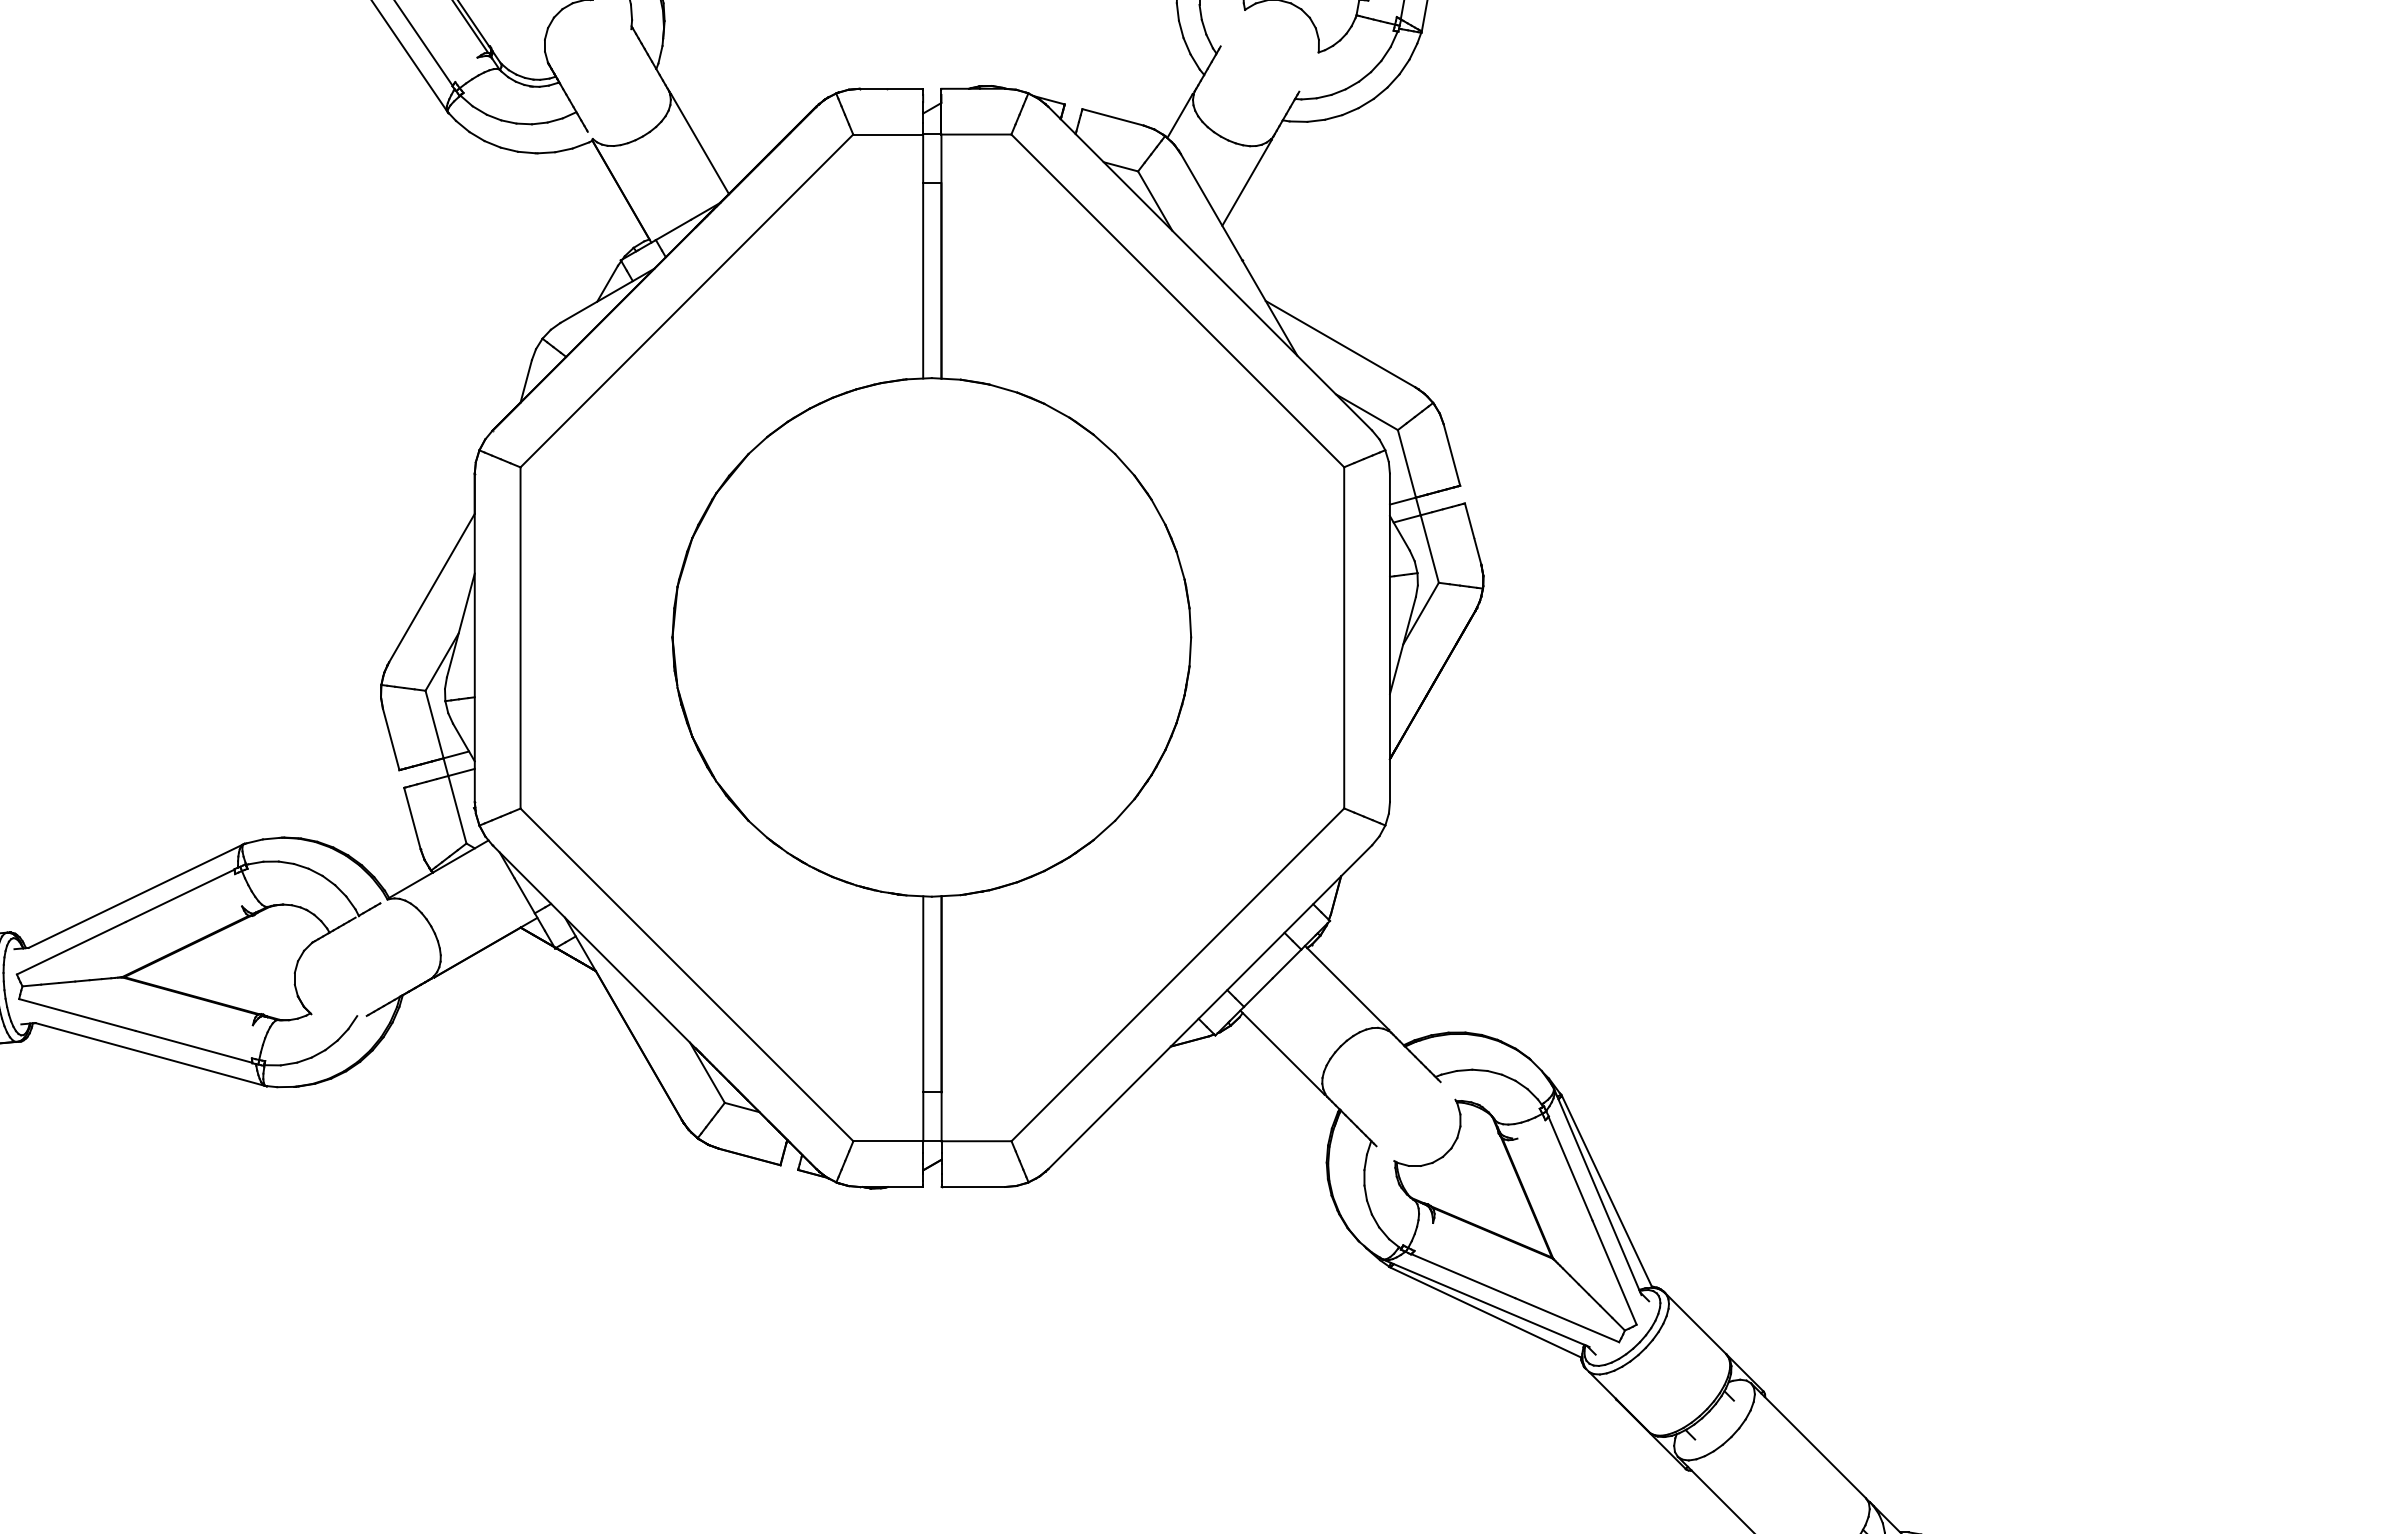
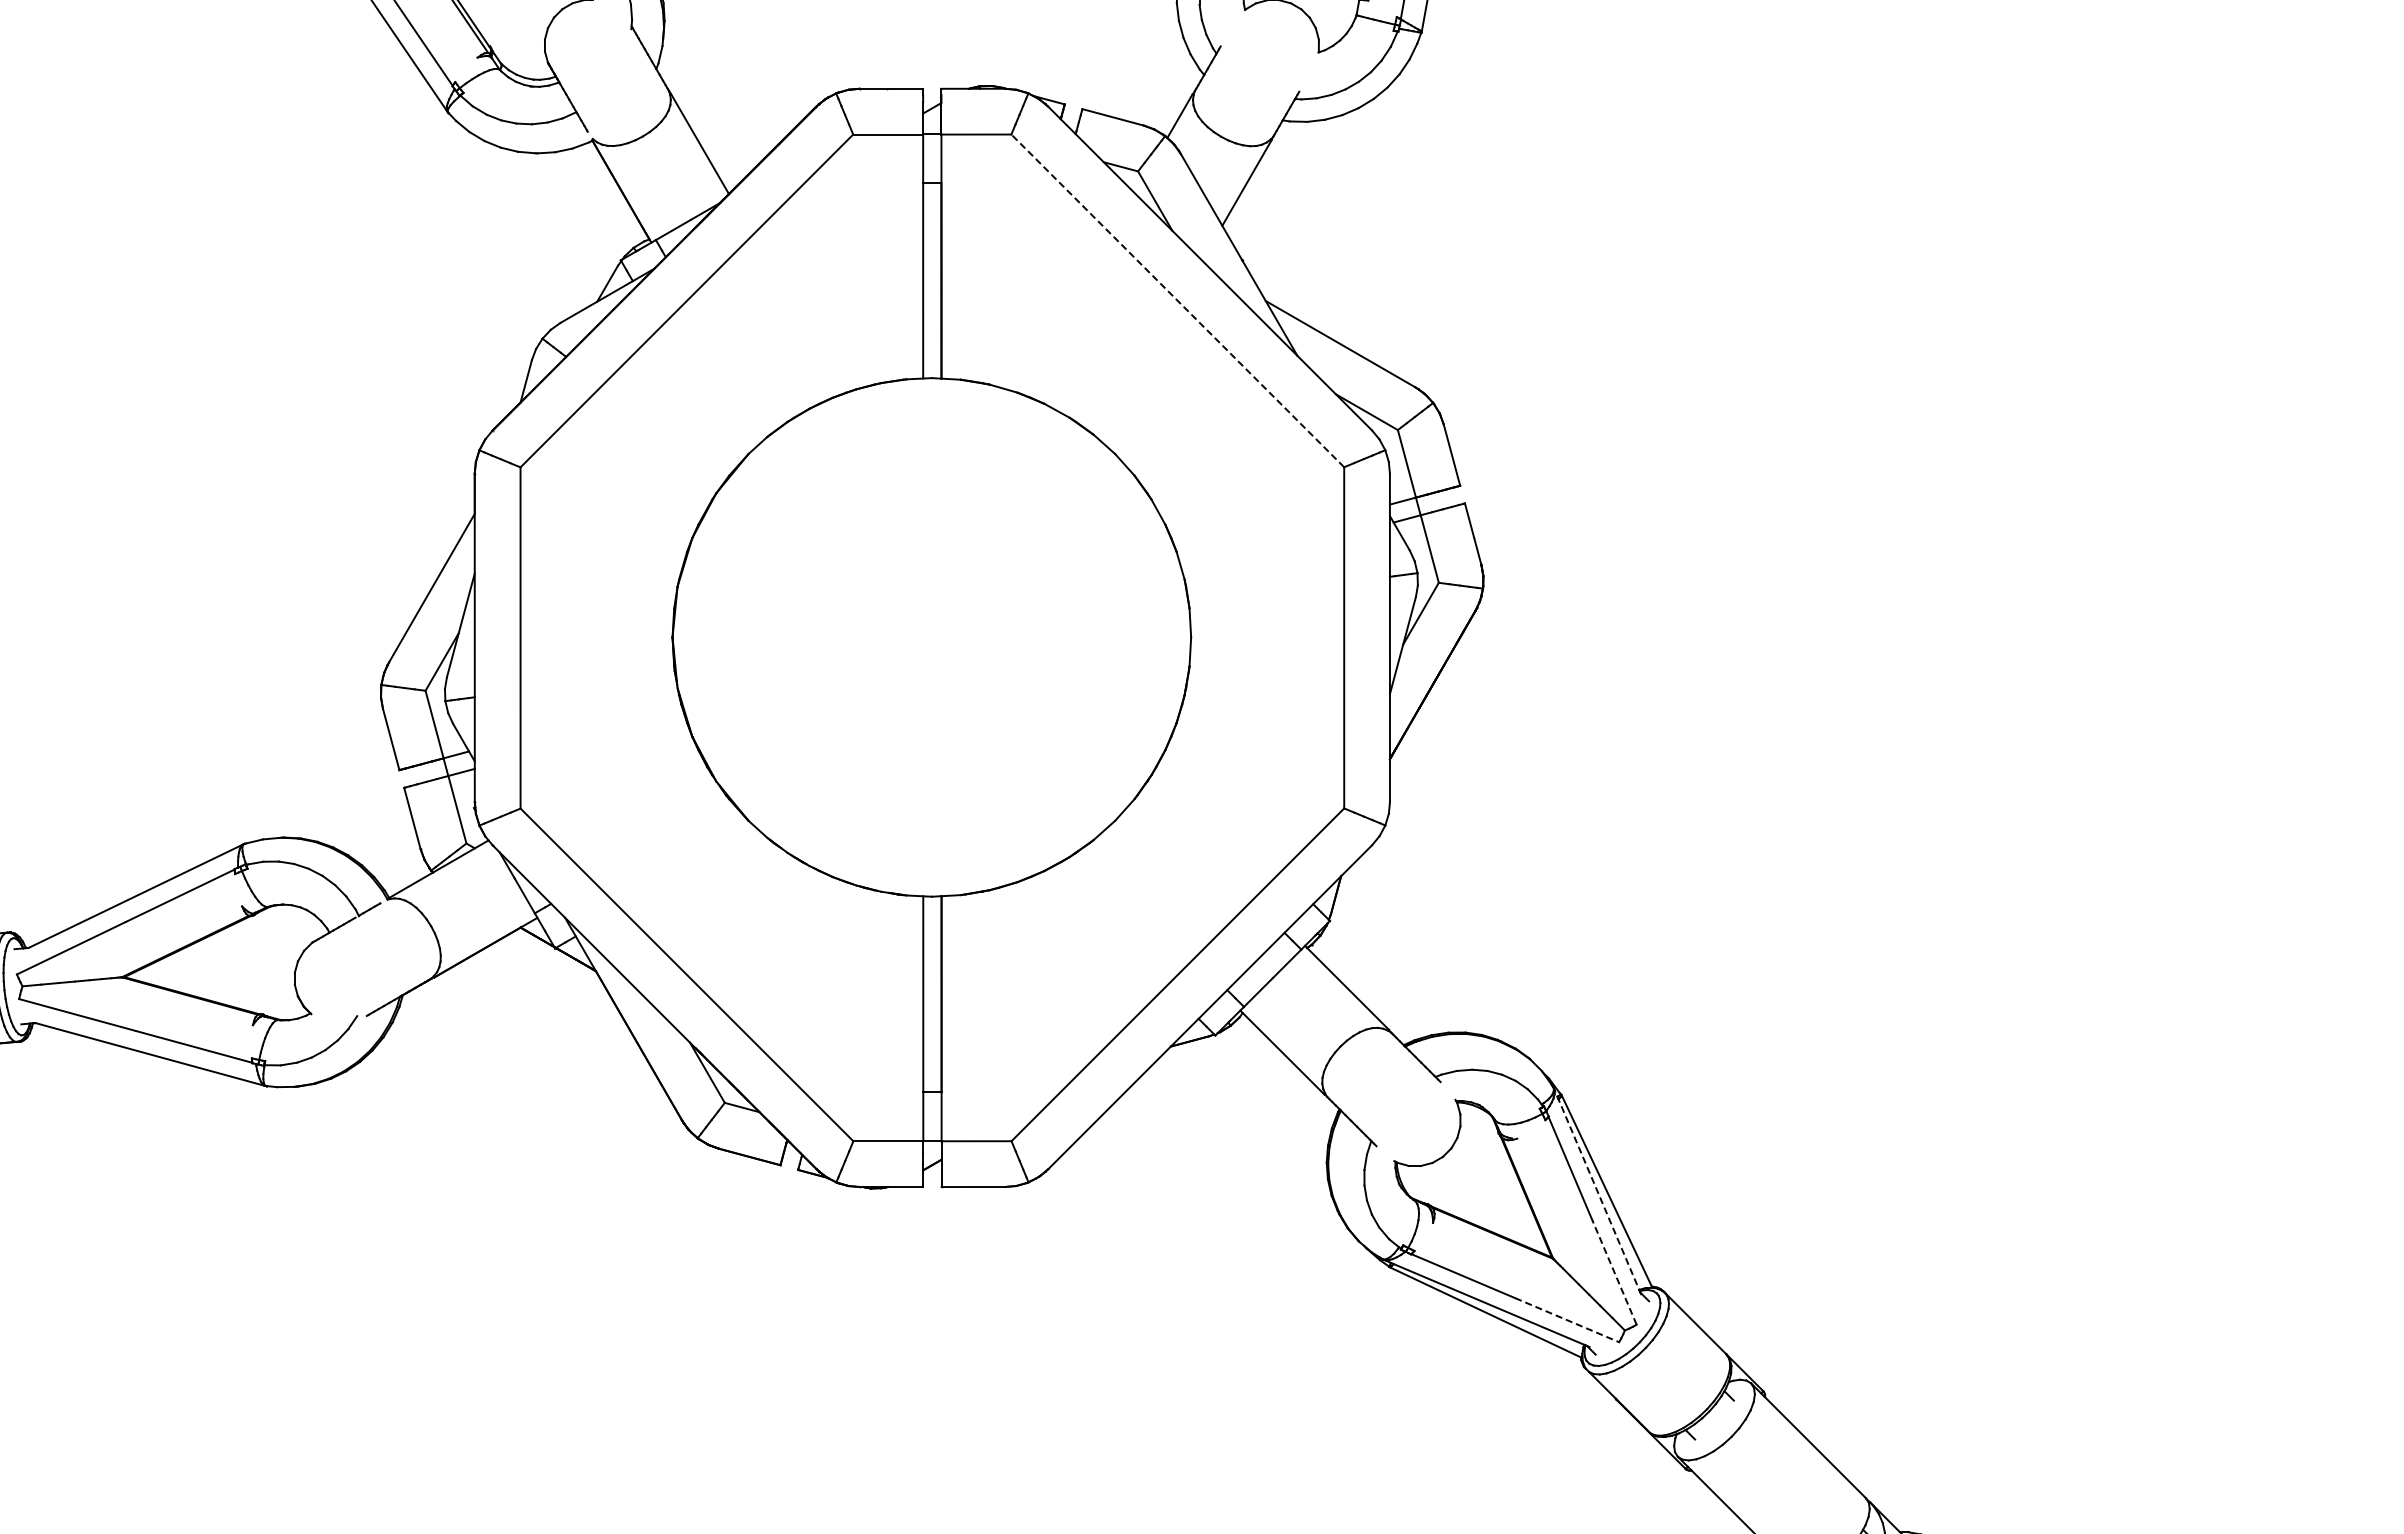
line at (1177, 300): solid -> dashed
line at (1597, 1191): solid -> dashed
line at (1614, 1272): solid -> dashed
line at (1567, 1320): solid -> dashed
